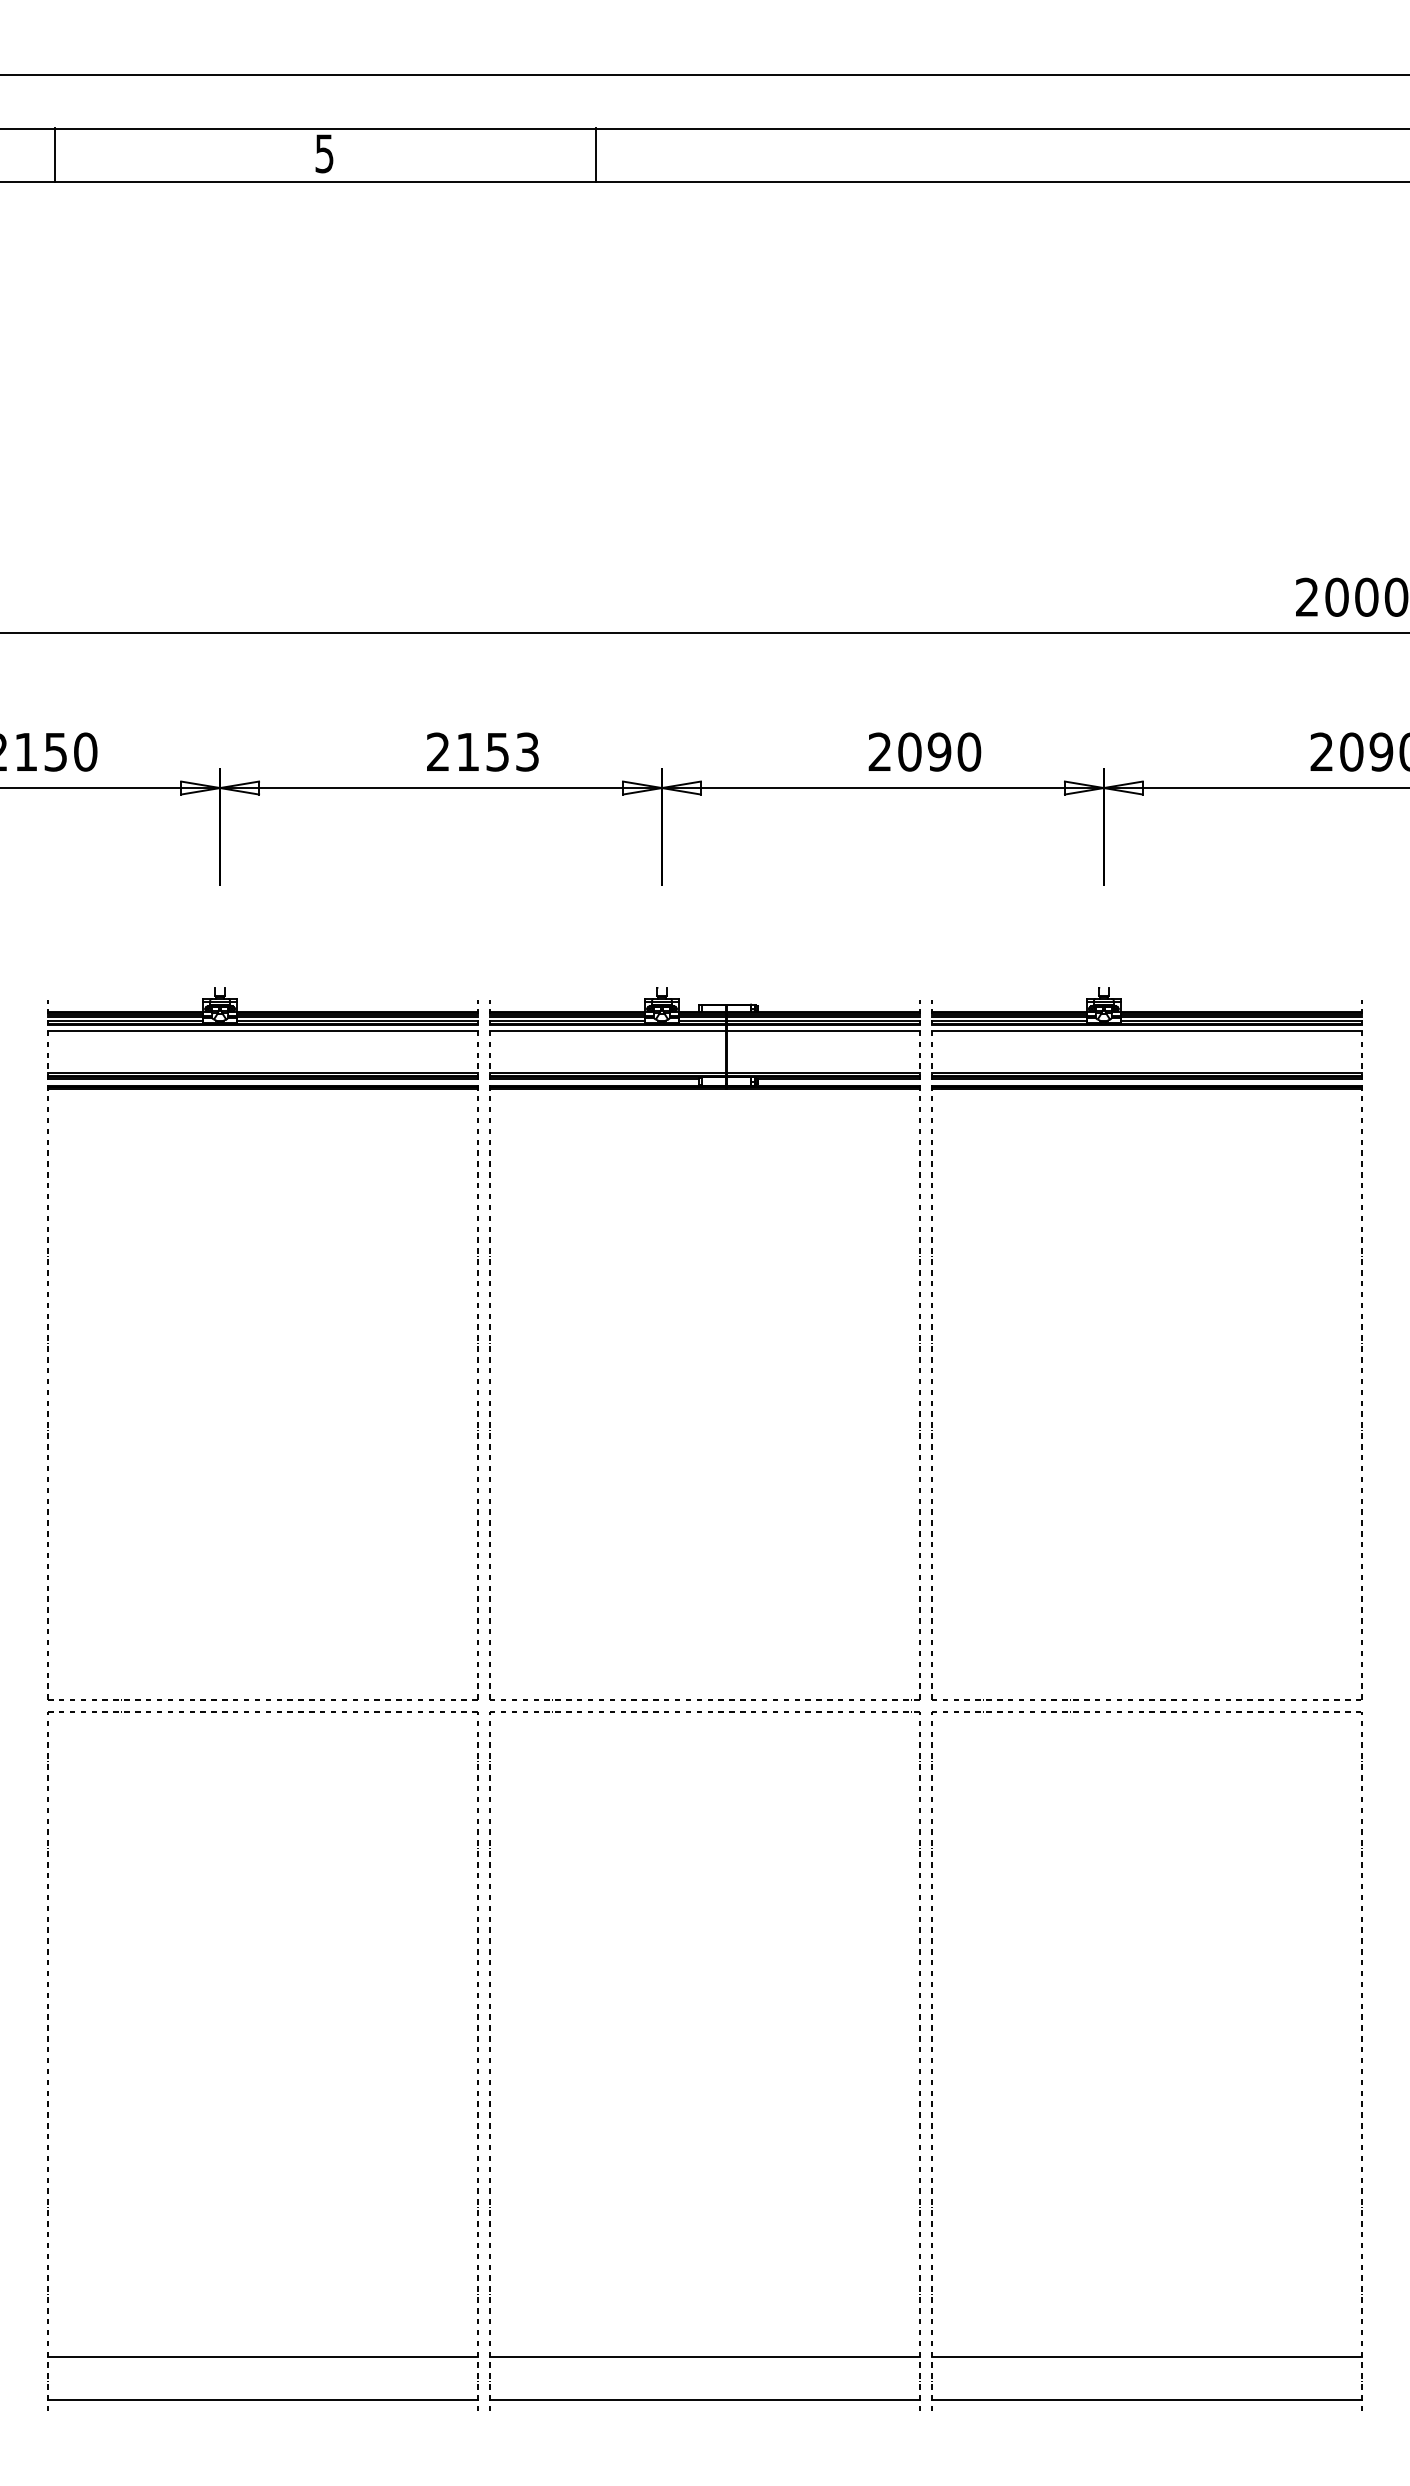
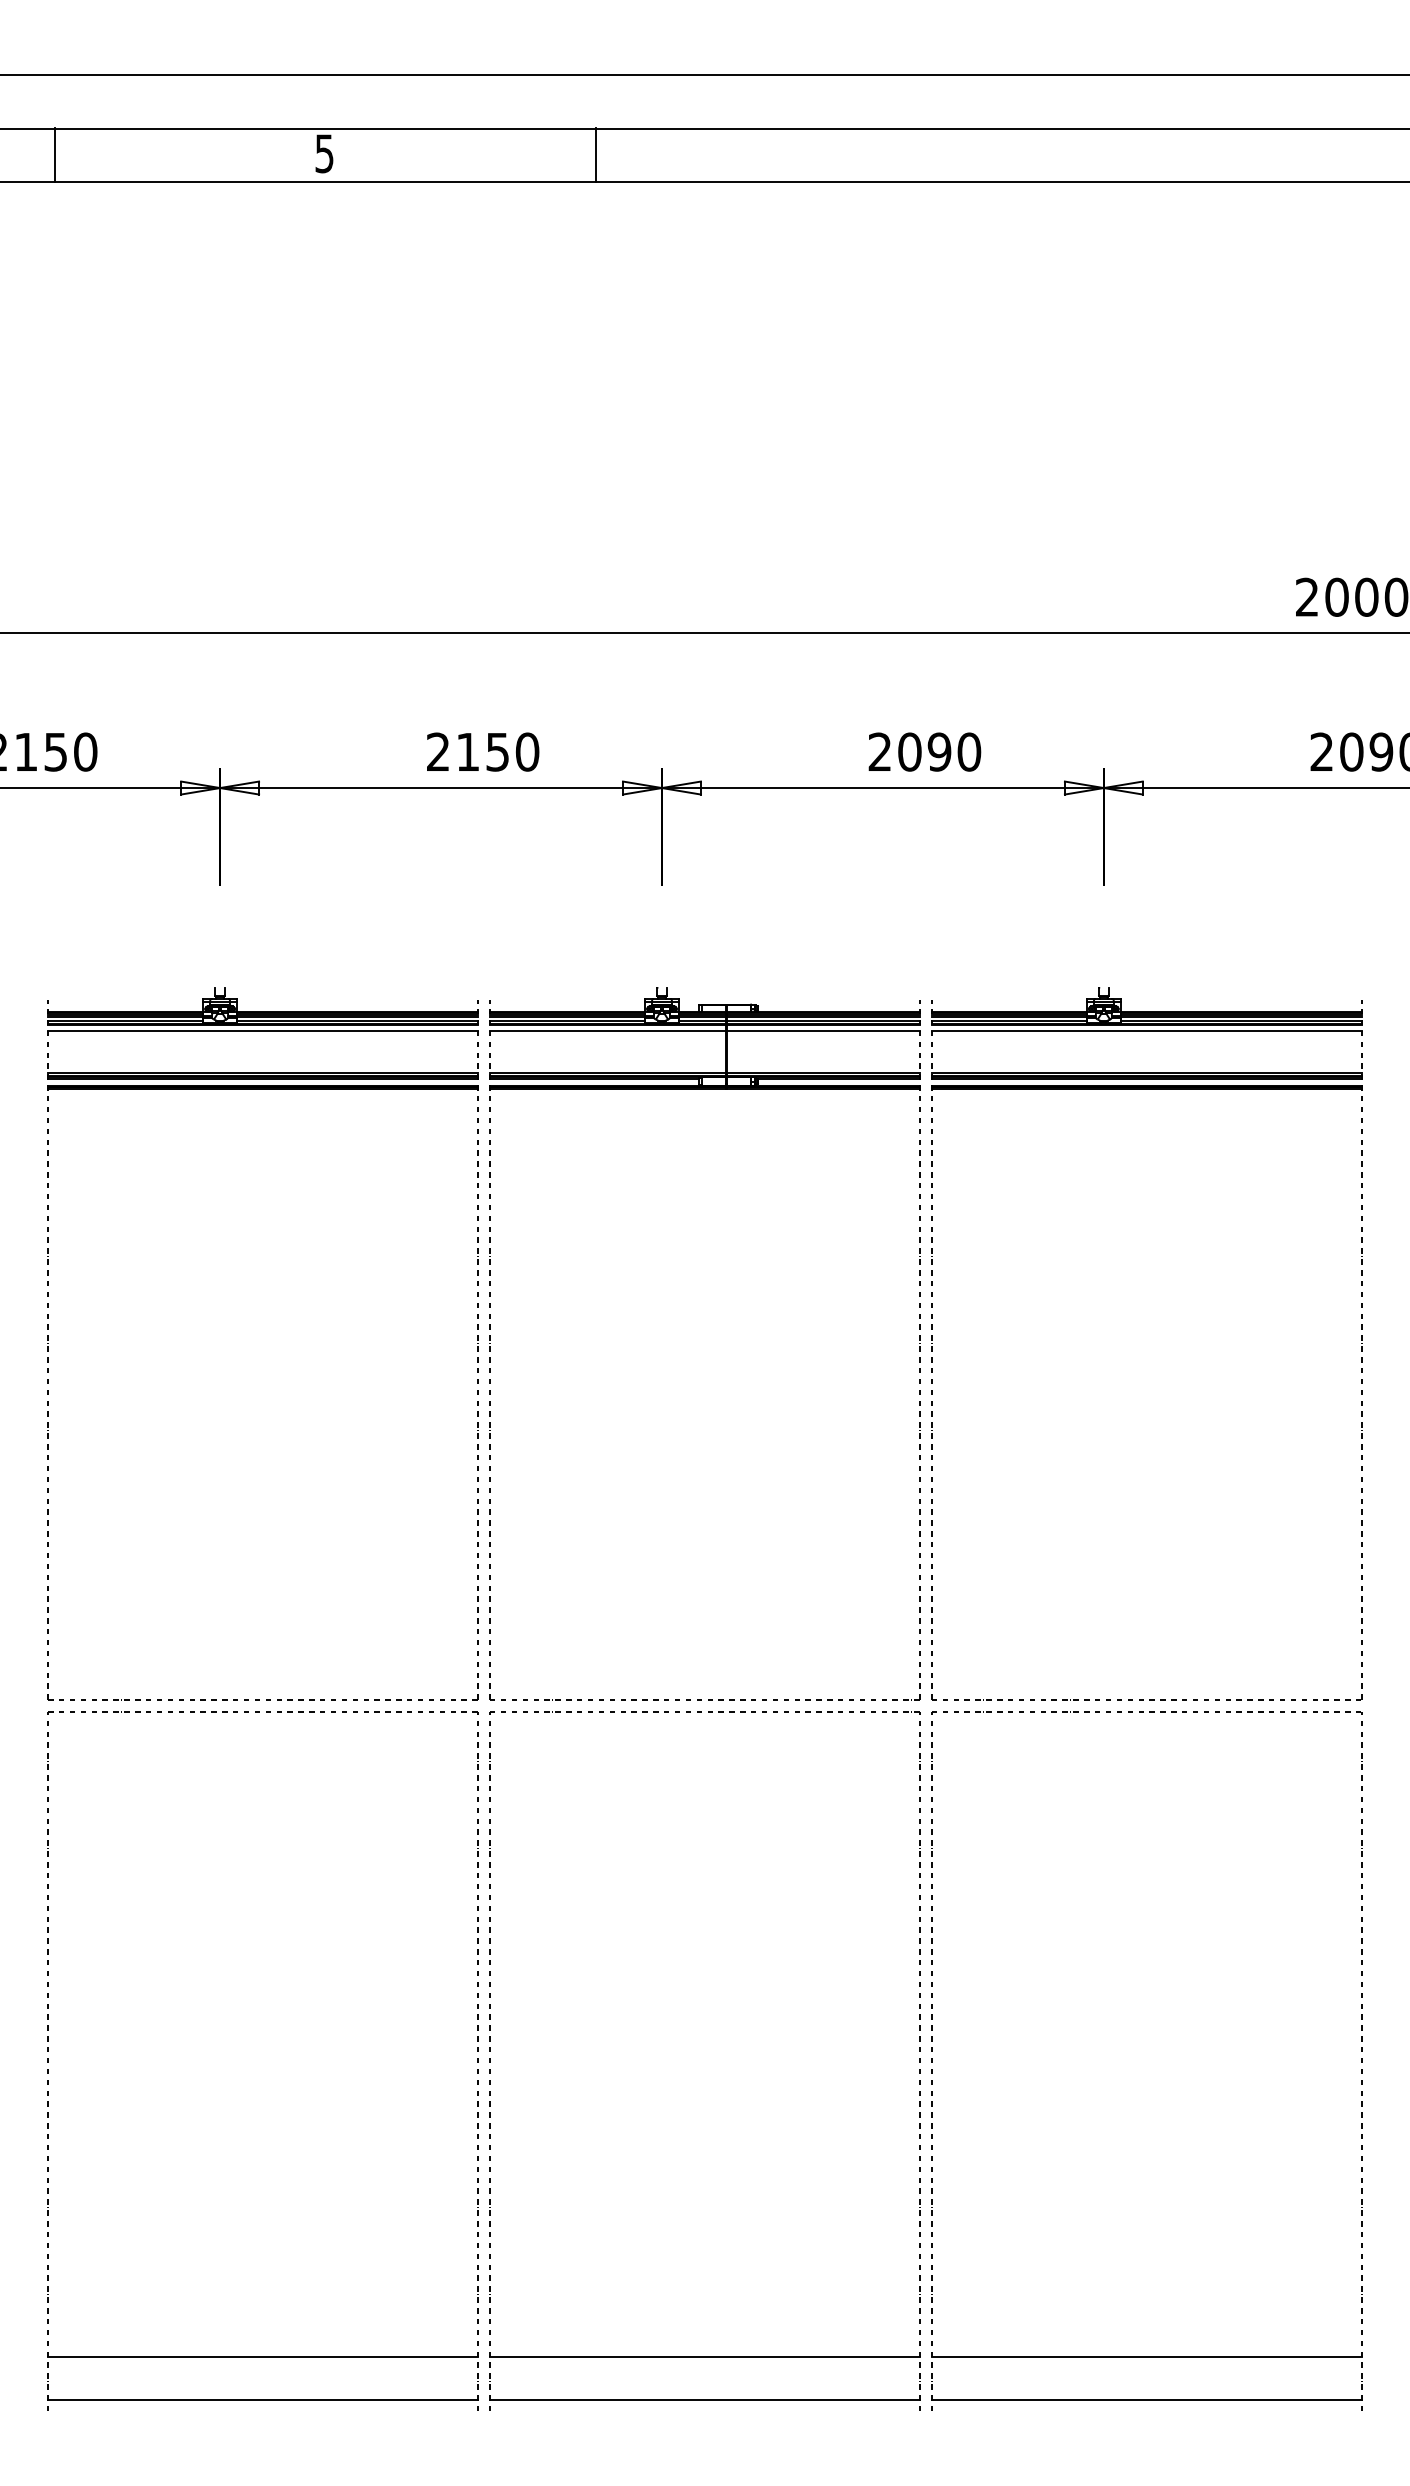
text at (527, 751): 2153 -> 2150
